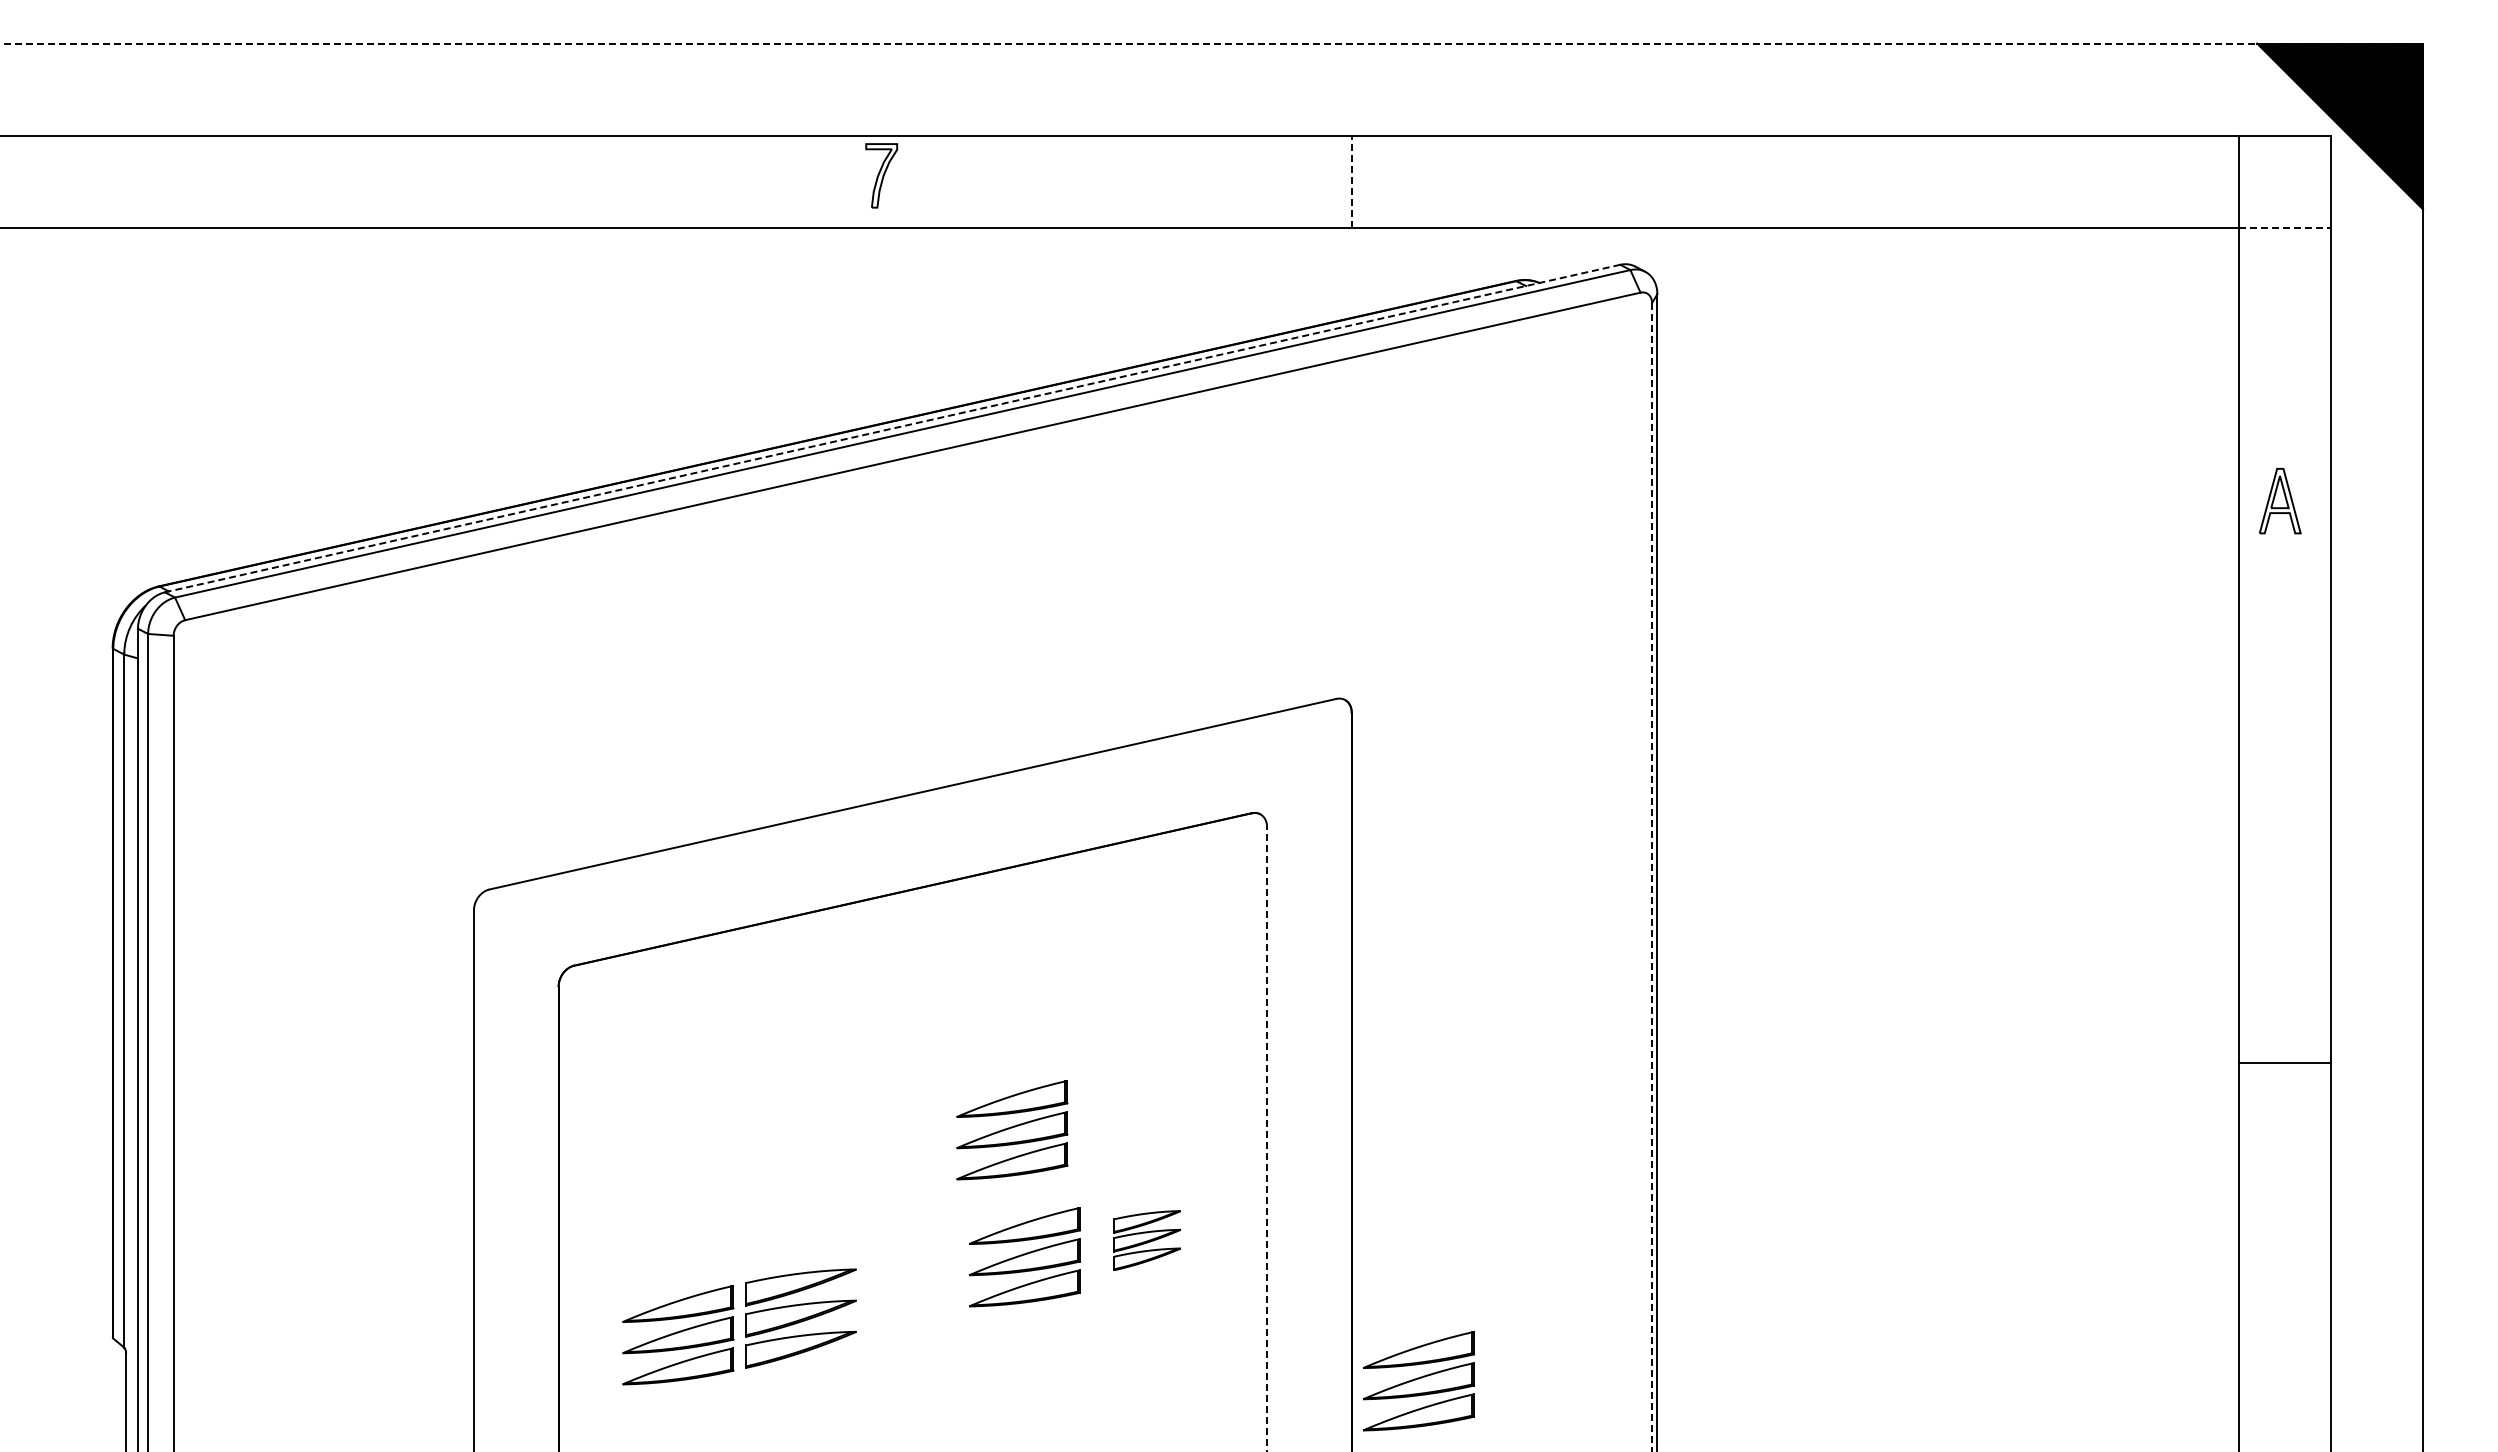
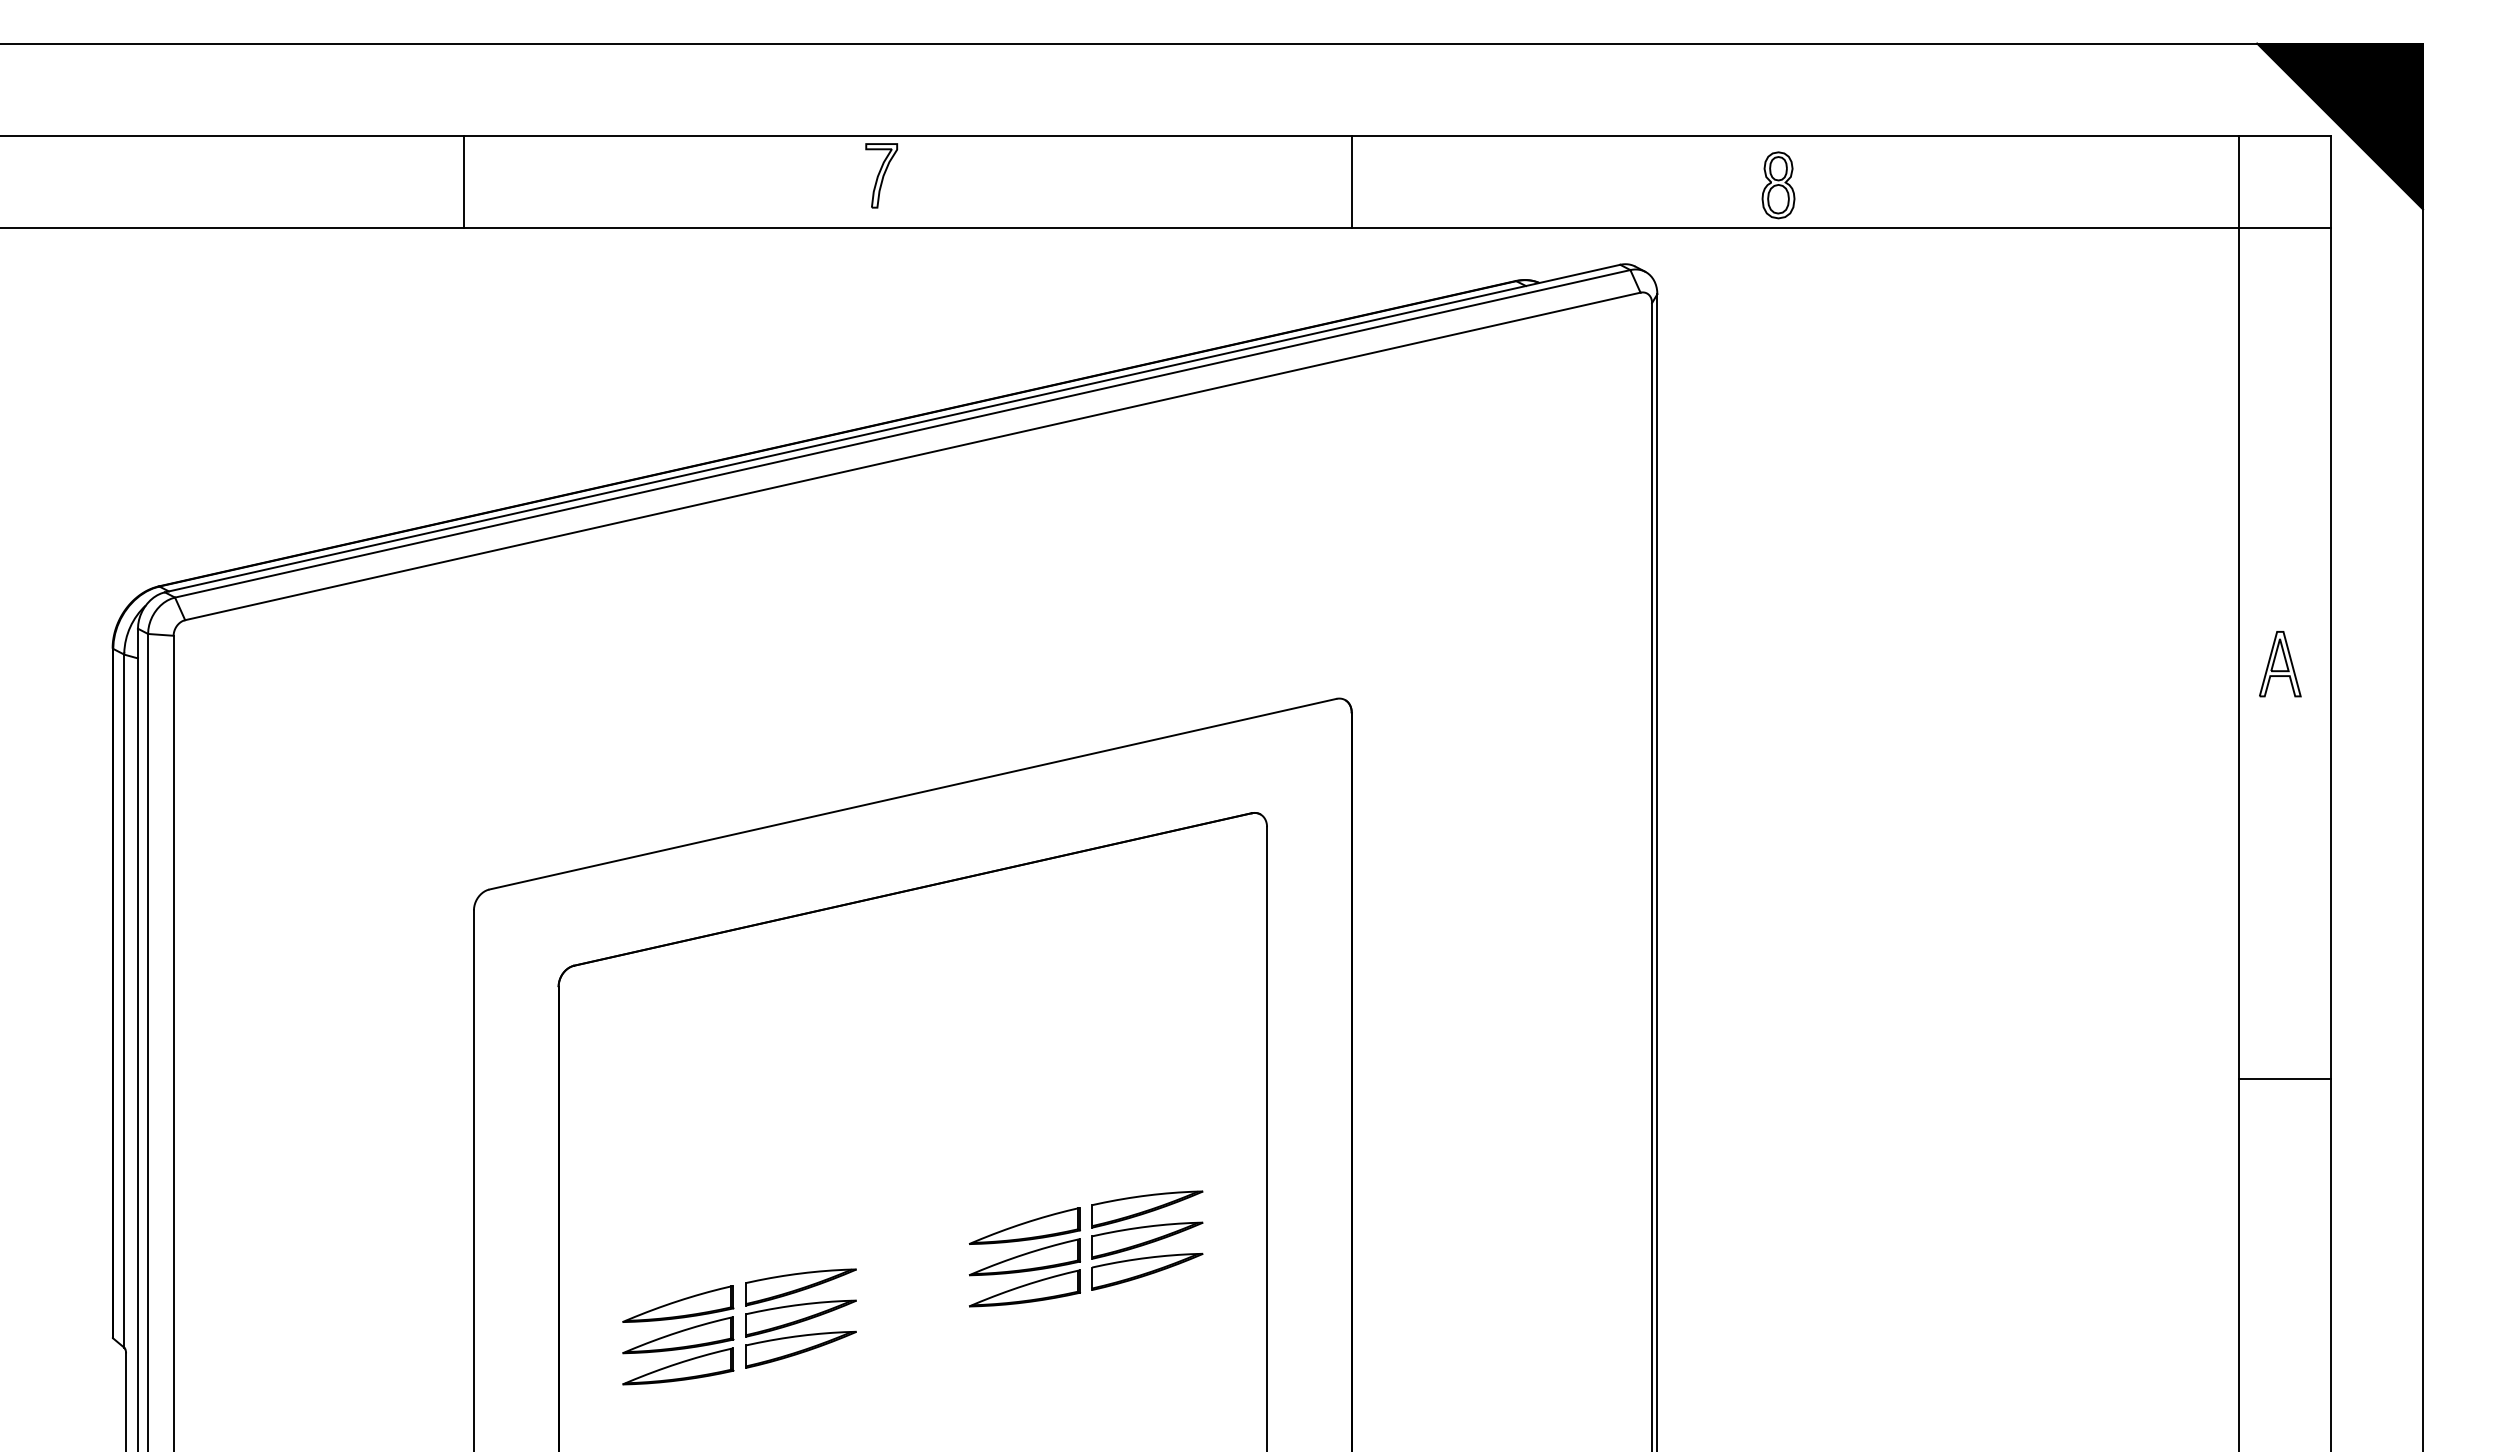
line at (1212, 43): dashed -> solid
line at (464, 181): none -> present
line at (1351, 181): dashed -> solid
part at (1778, 185): none -> present
line at (2285, 227): dashed -> solid
line at (892, 428): dashed -> solid
part at (2280, 501) position: (2280, 501) -> (2280, 664)
line at (1652, 877): dashed -> solid
line at (2284, 1062) position: (2284, 1062) -> (2284, 1078)
part at (1012, 1130): present -> none
line at (1267, 1138): dashed -> solid
part at (1146, 1240) size: 68x61 px -> 113x101 px
part at (1418, 1381): present -> none
